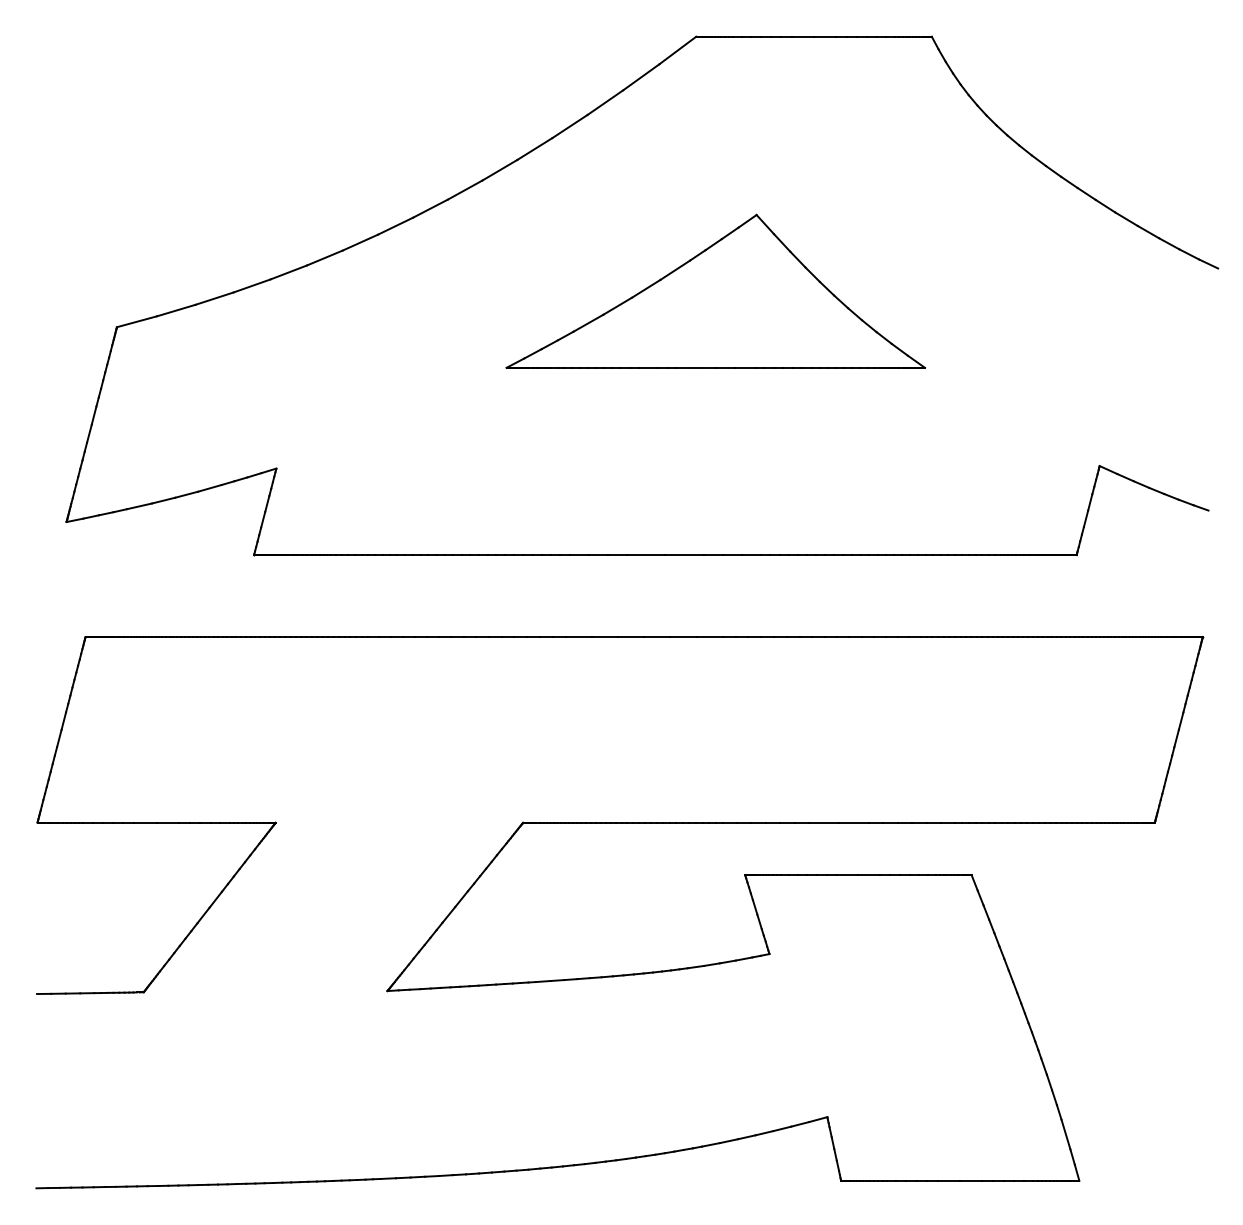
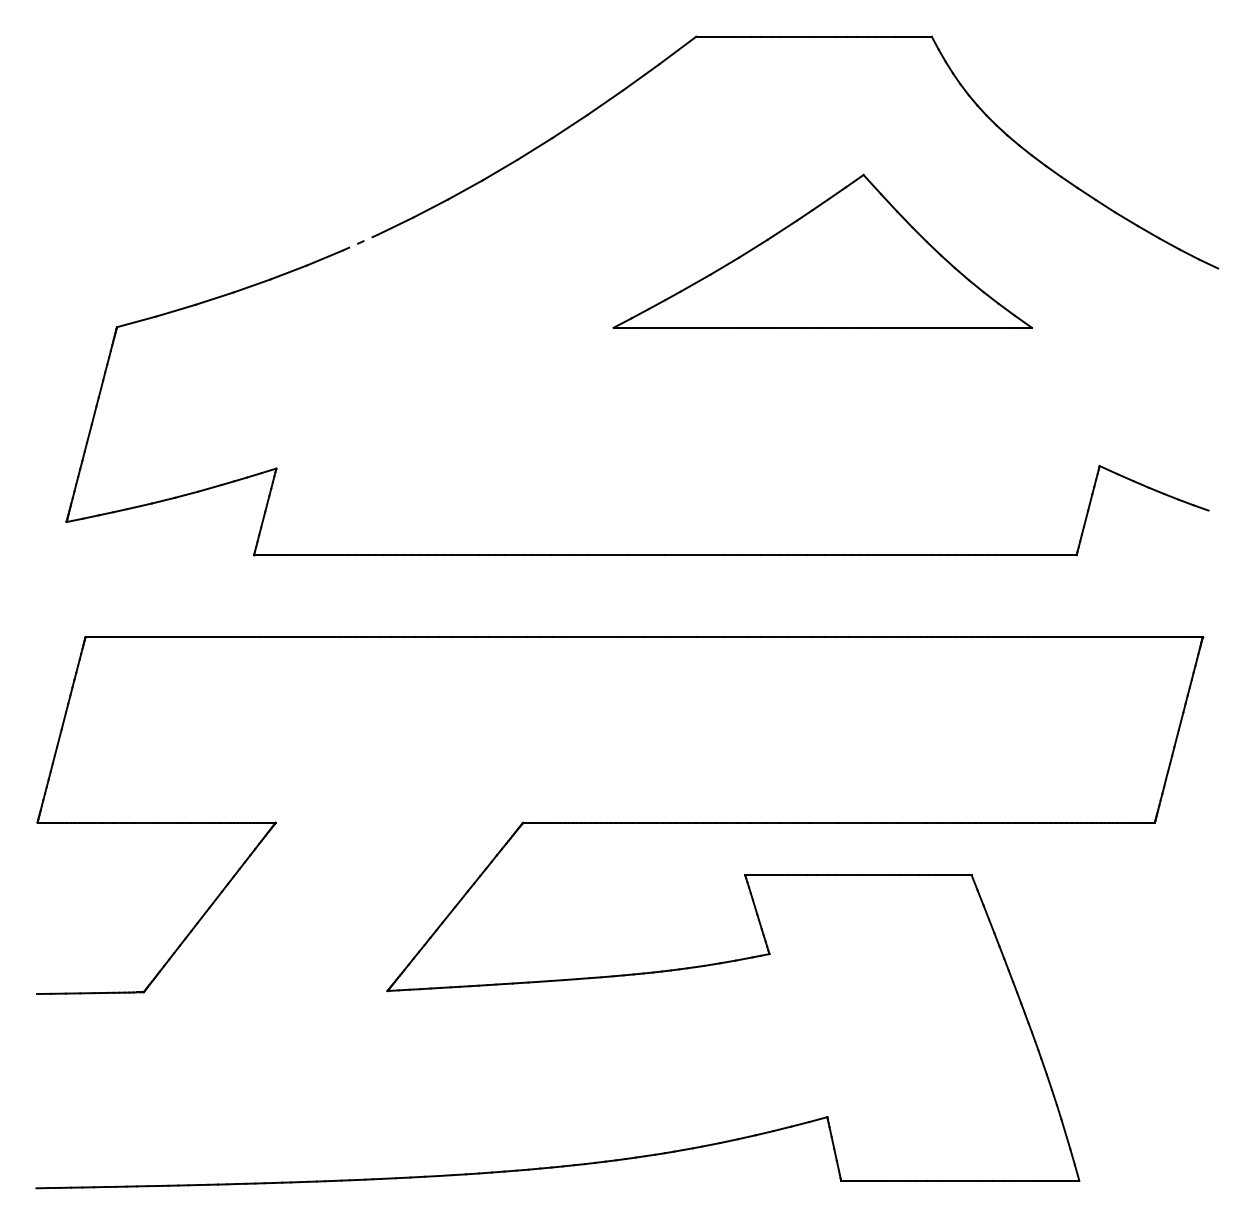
line at (360, 242): solid -> dashed
part at (715, 290) position: (715, 290) -> (822, 250)
